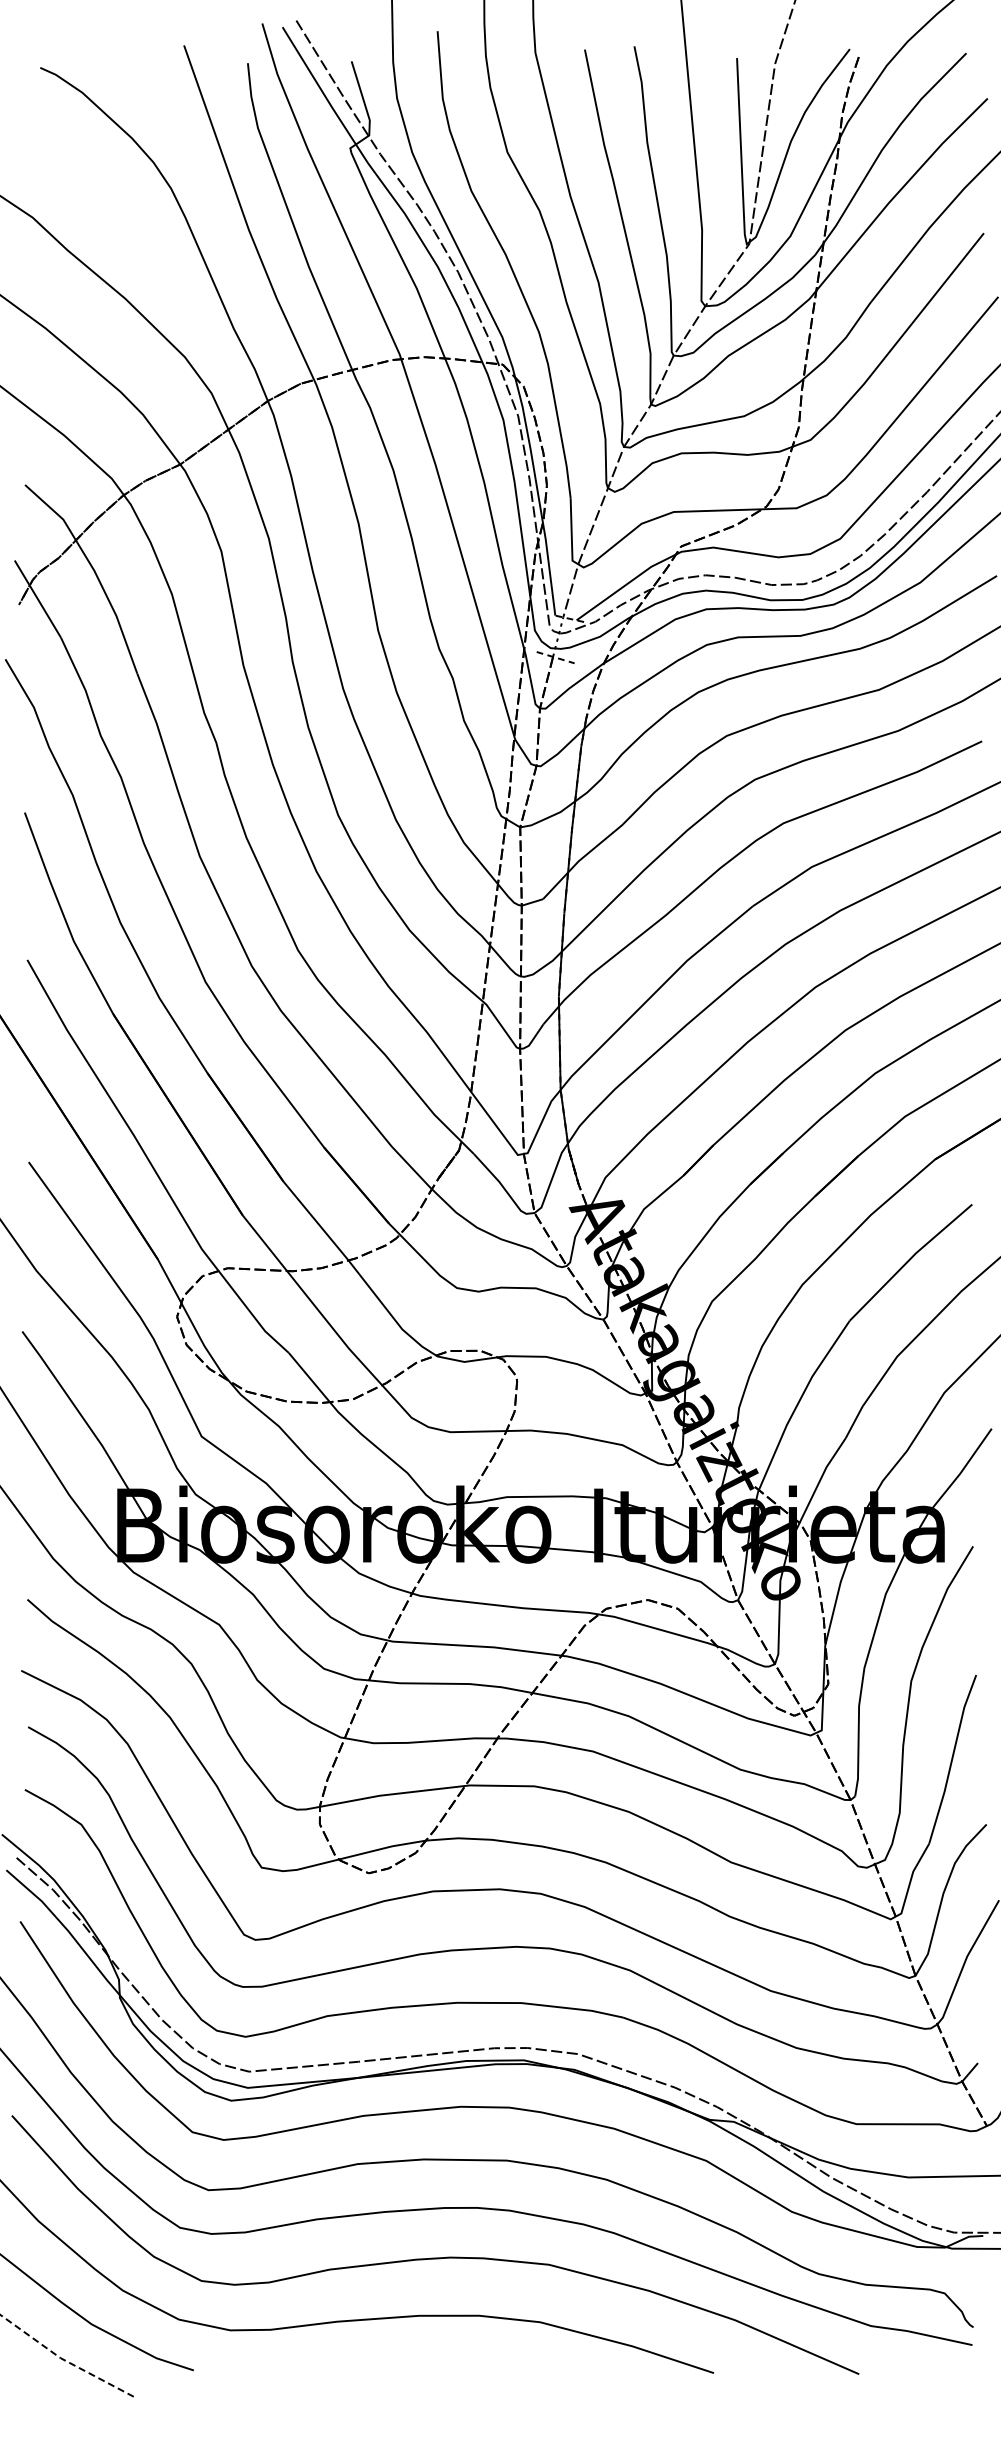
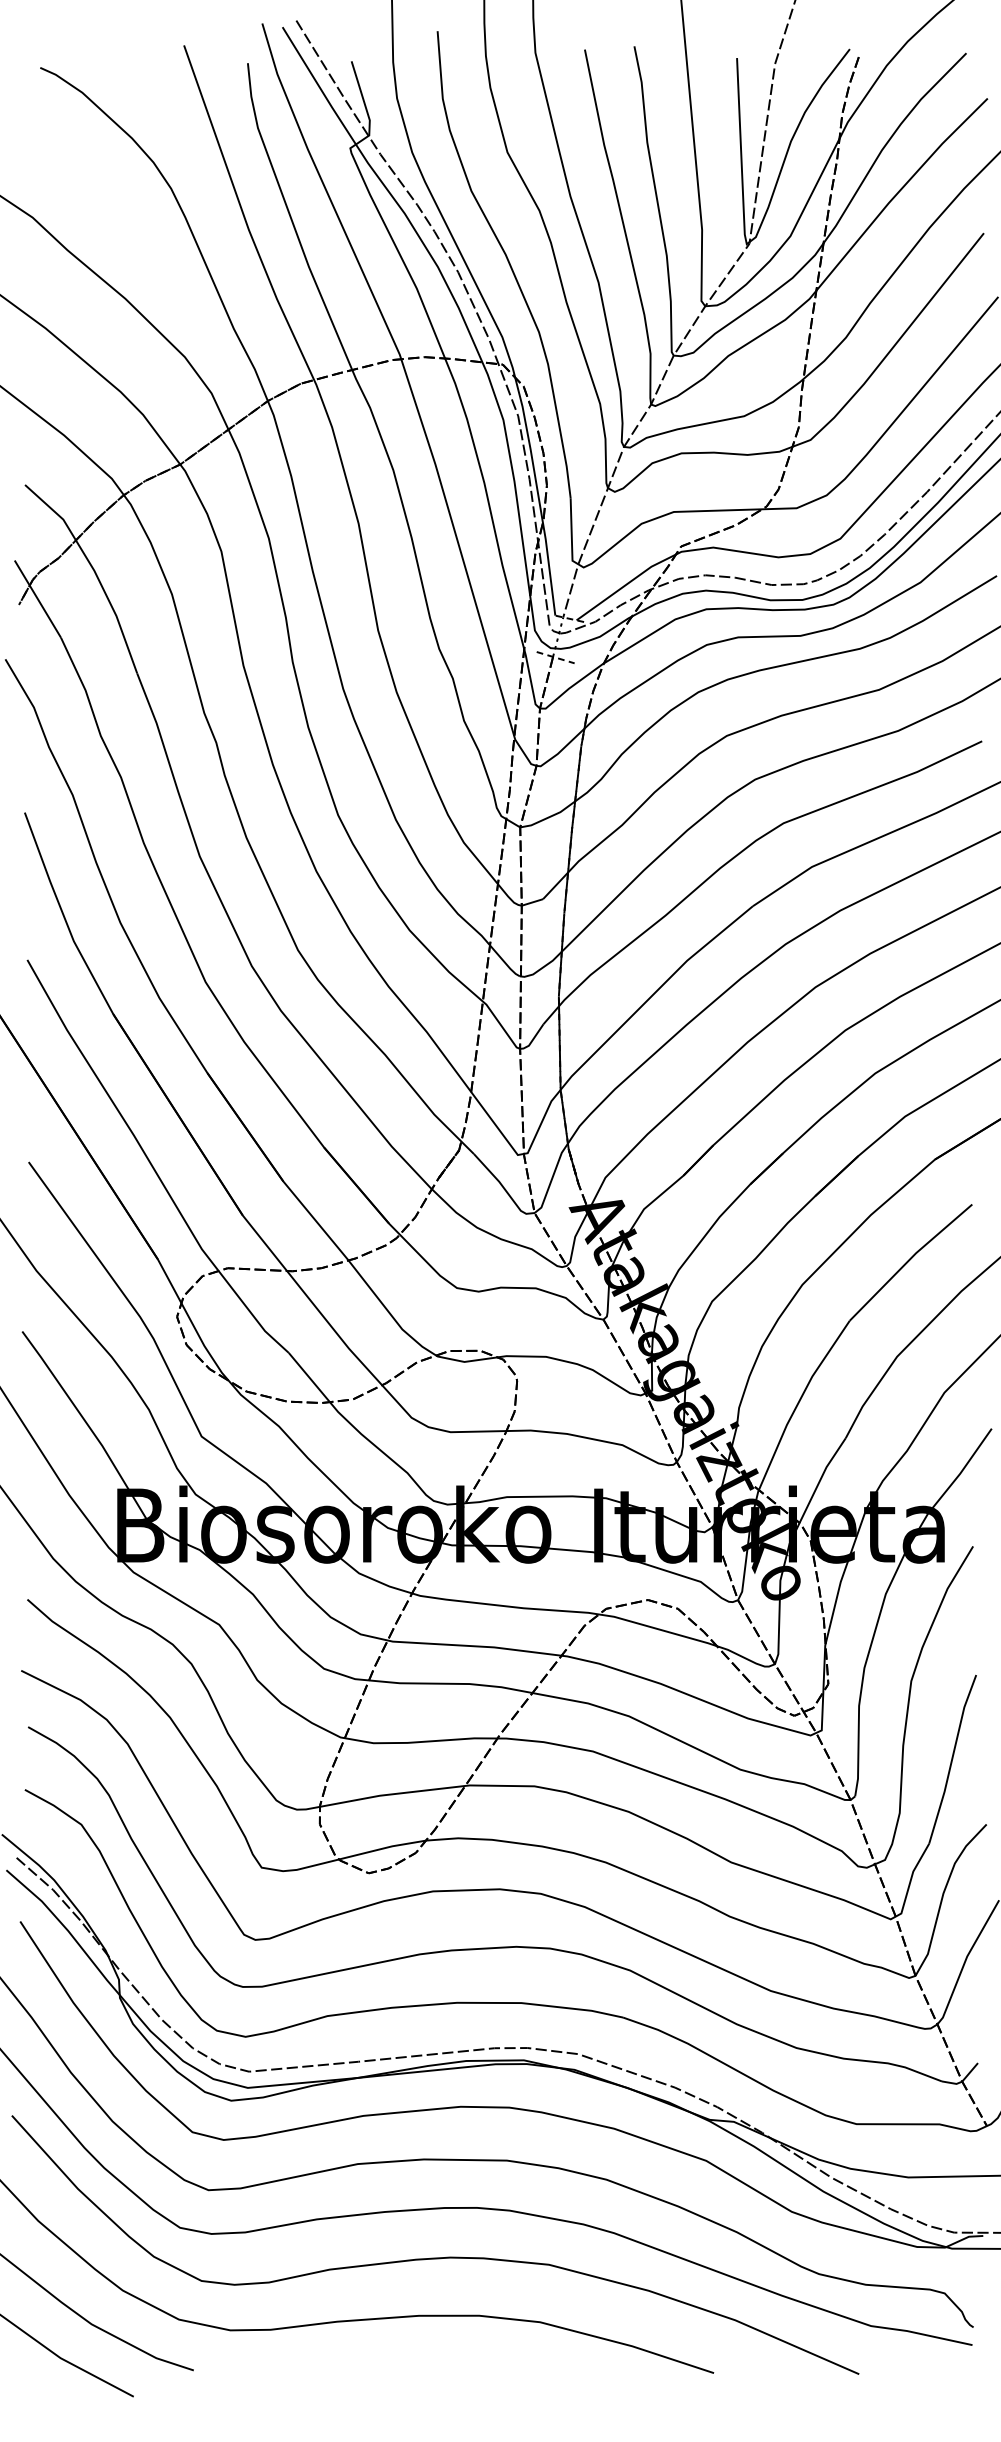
line at (63, 2359): dashed -> solid
